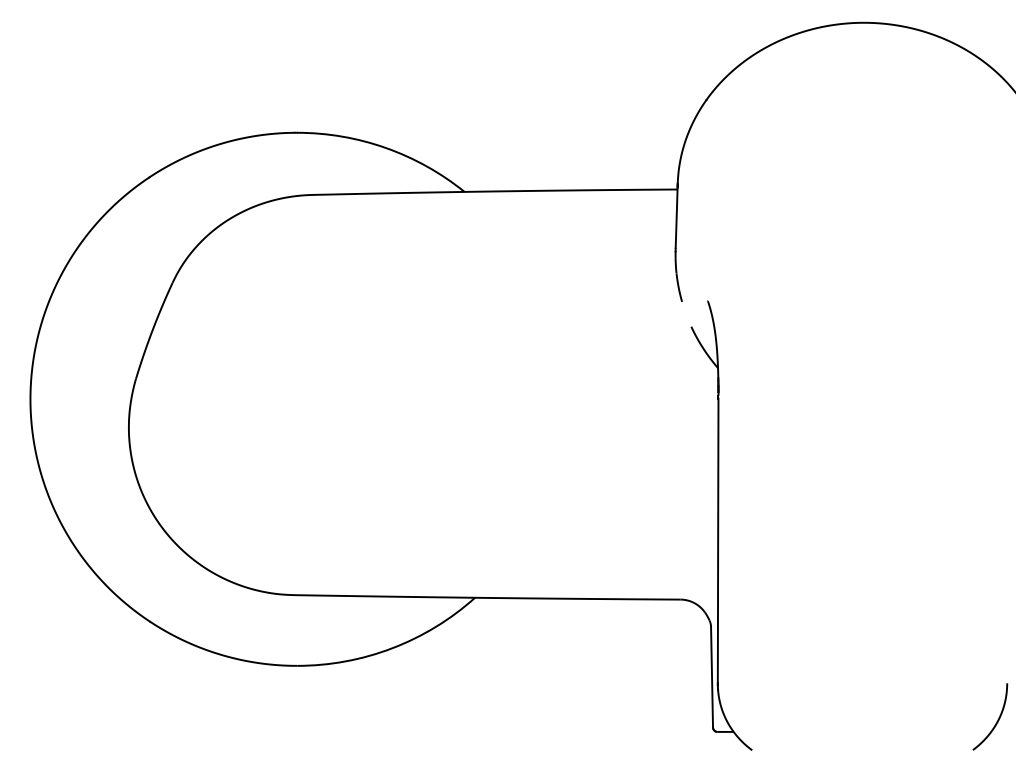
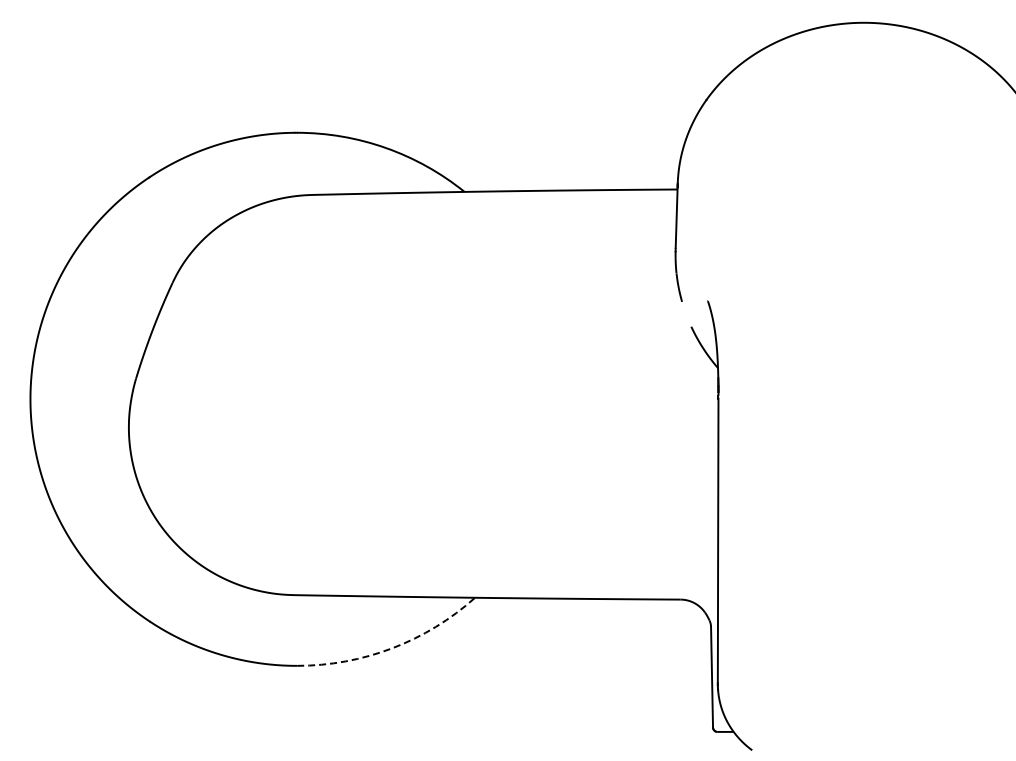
arc at (392, 648): solid -> dashed
curve at (997, 719): present -> none
